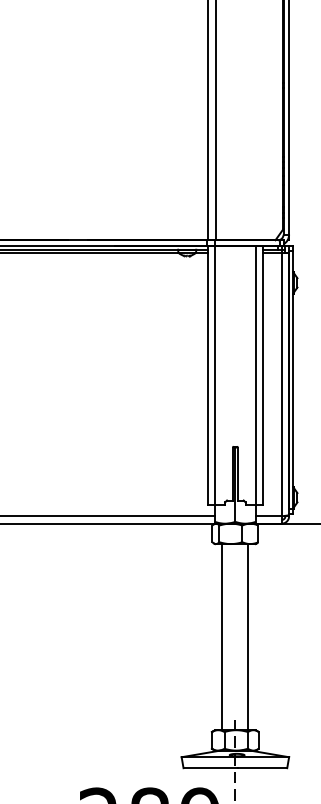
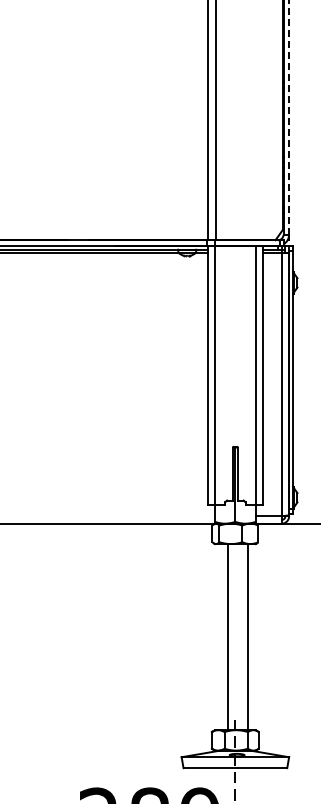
line at (289, 117): solid -> dashed
line at (108, 516): present -> none
line at (222, 637) position: (222, 637) -> (228, 637)
